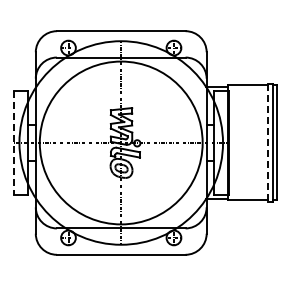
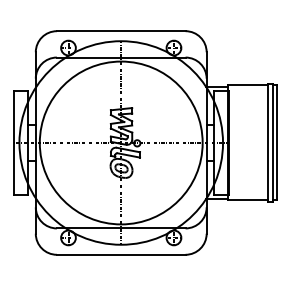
line at (13, 143): dashed -> solid
line at (268, 143): dashed -> solid
